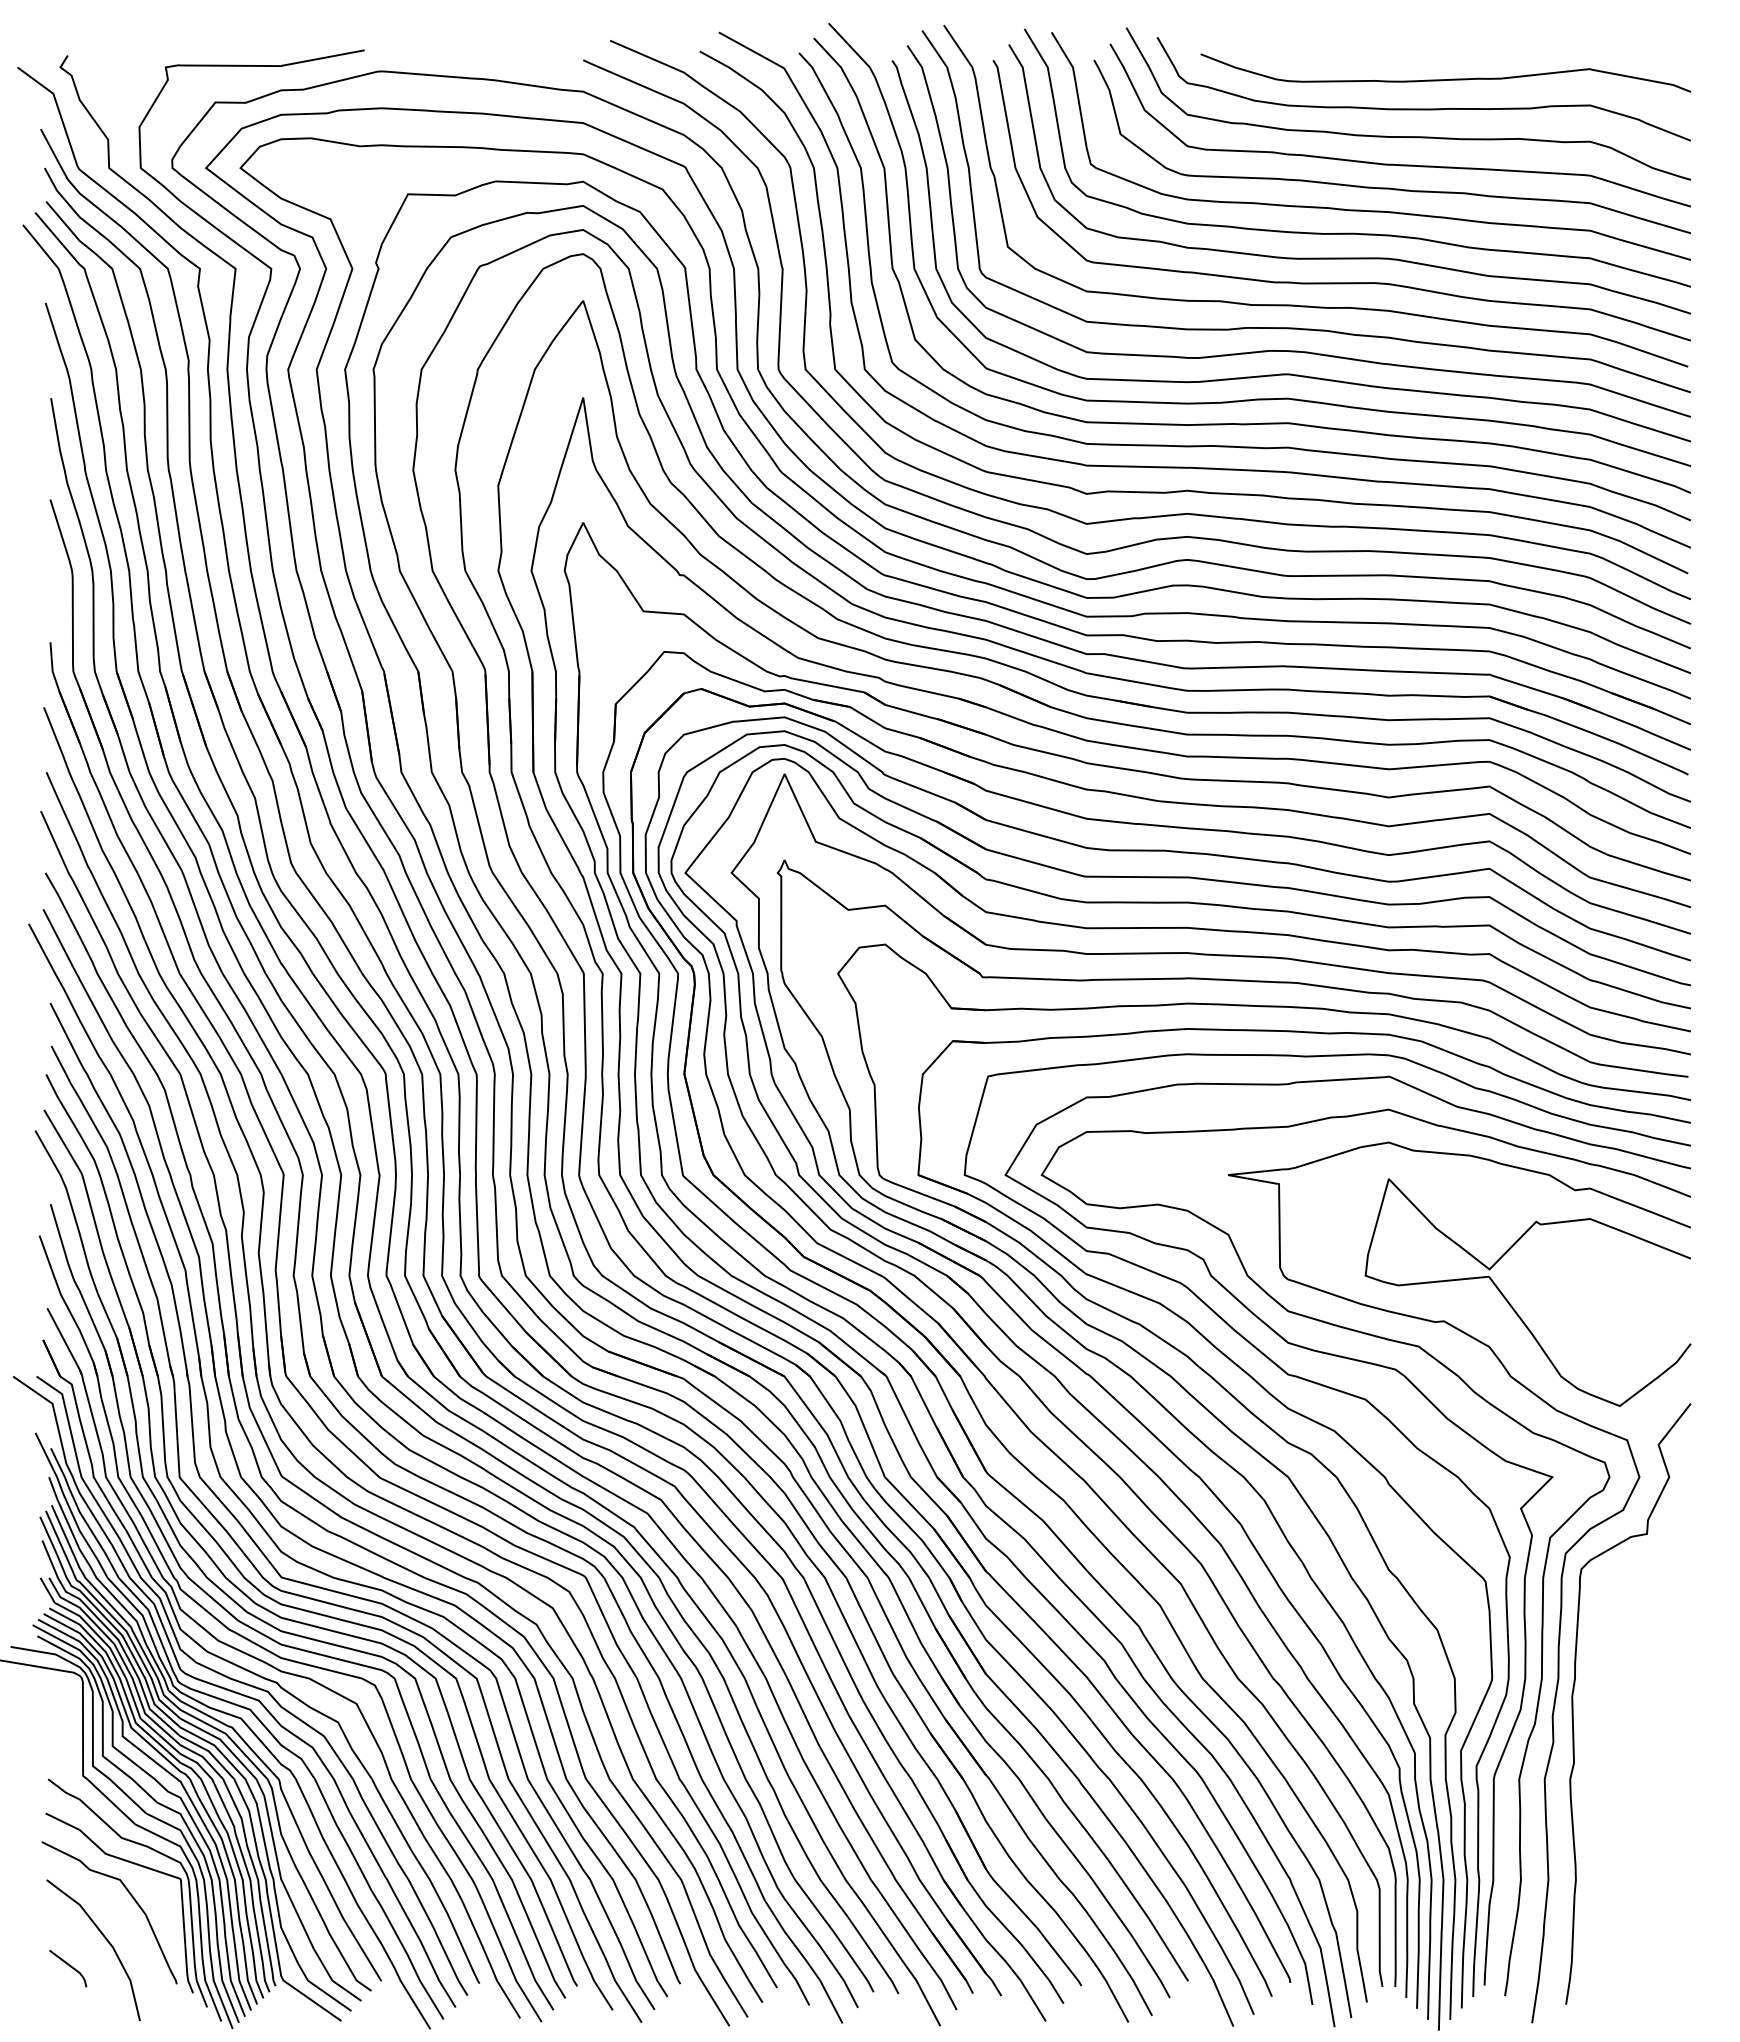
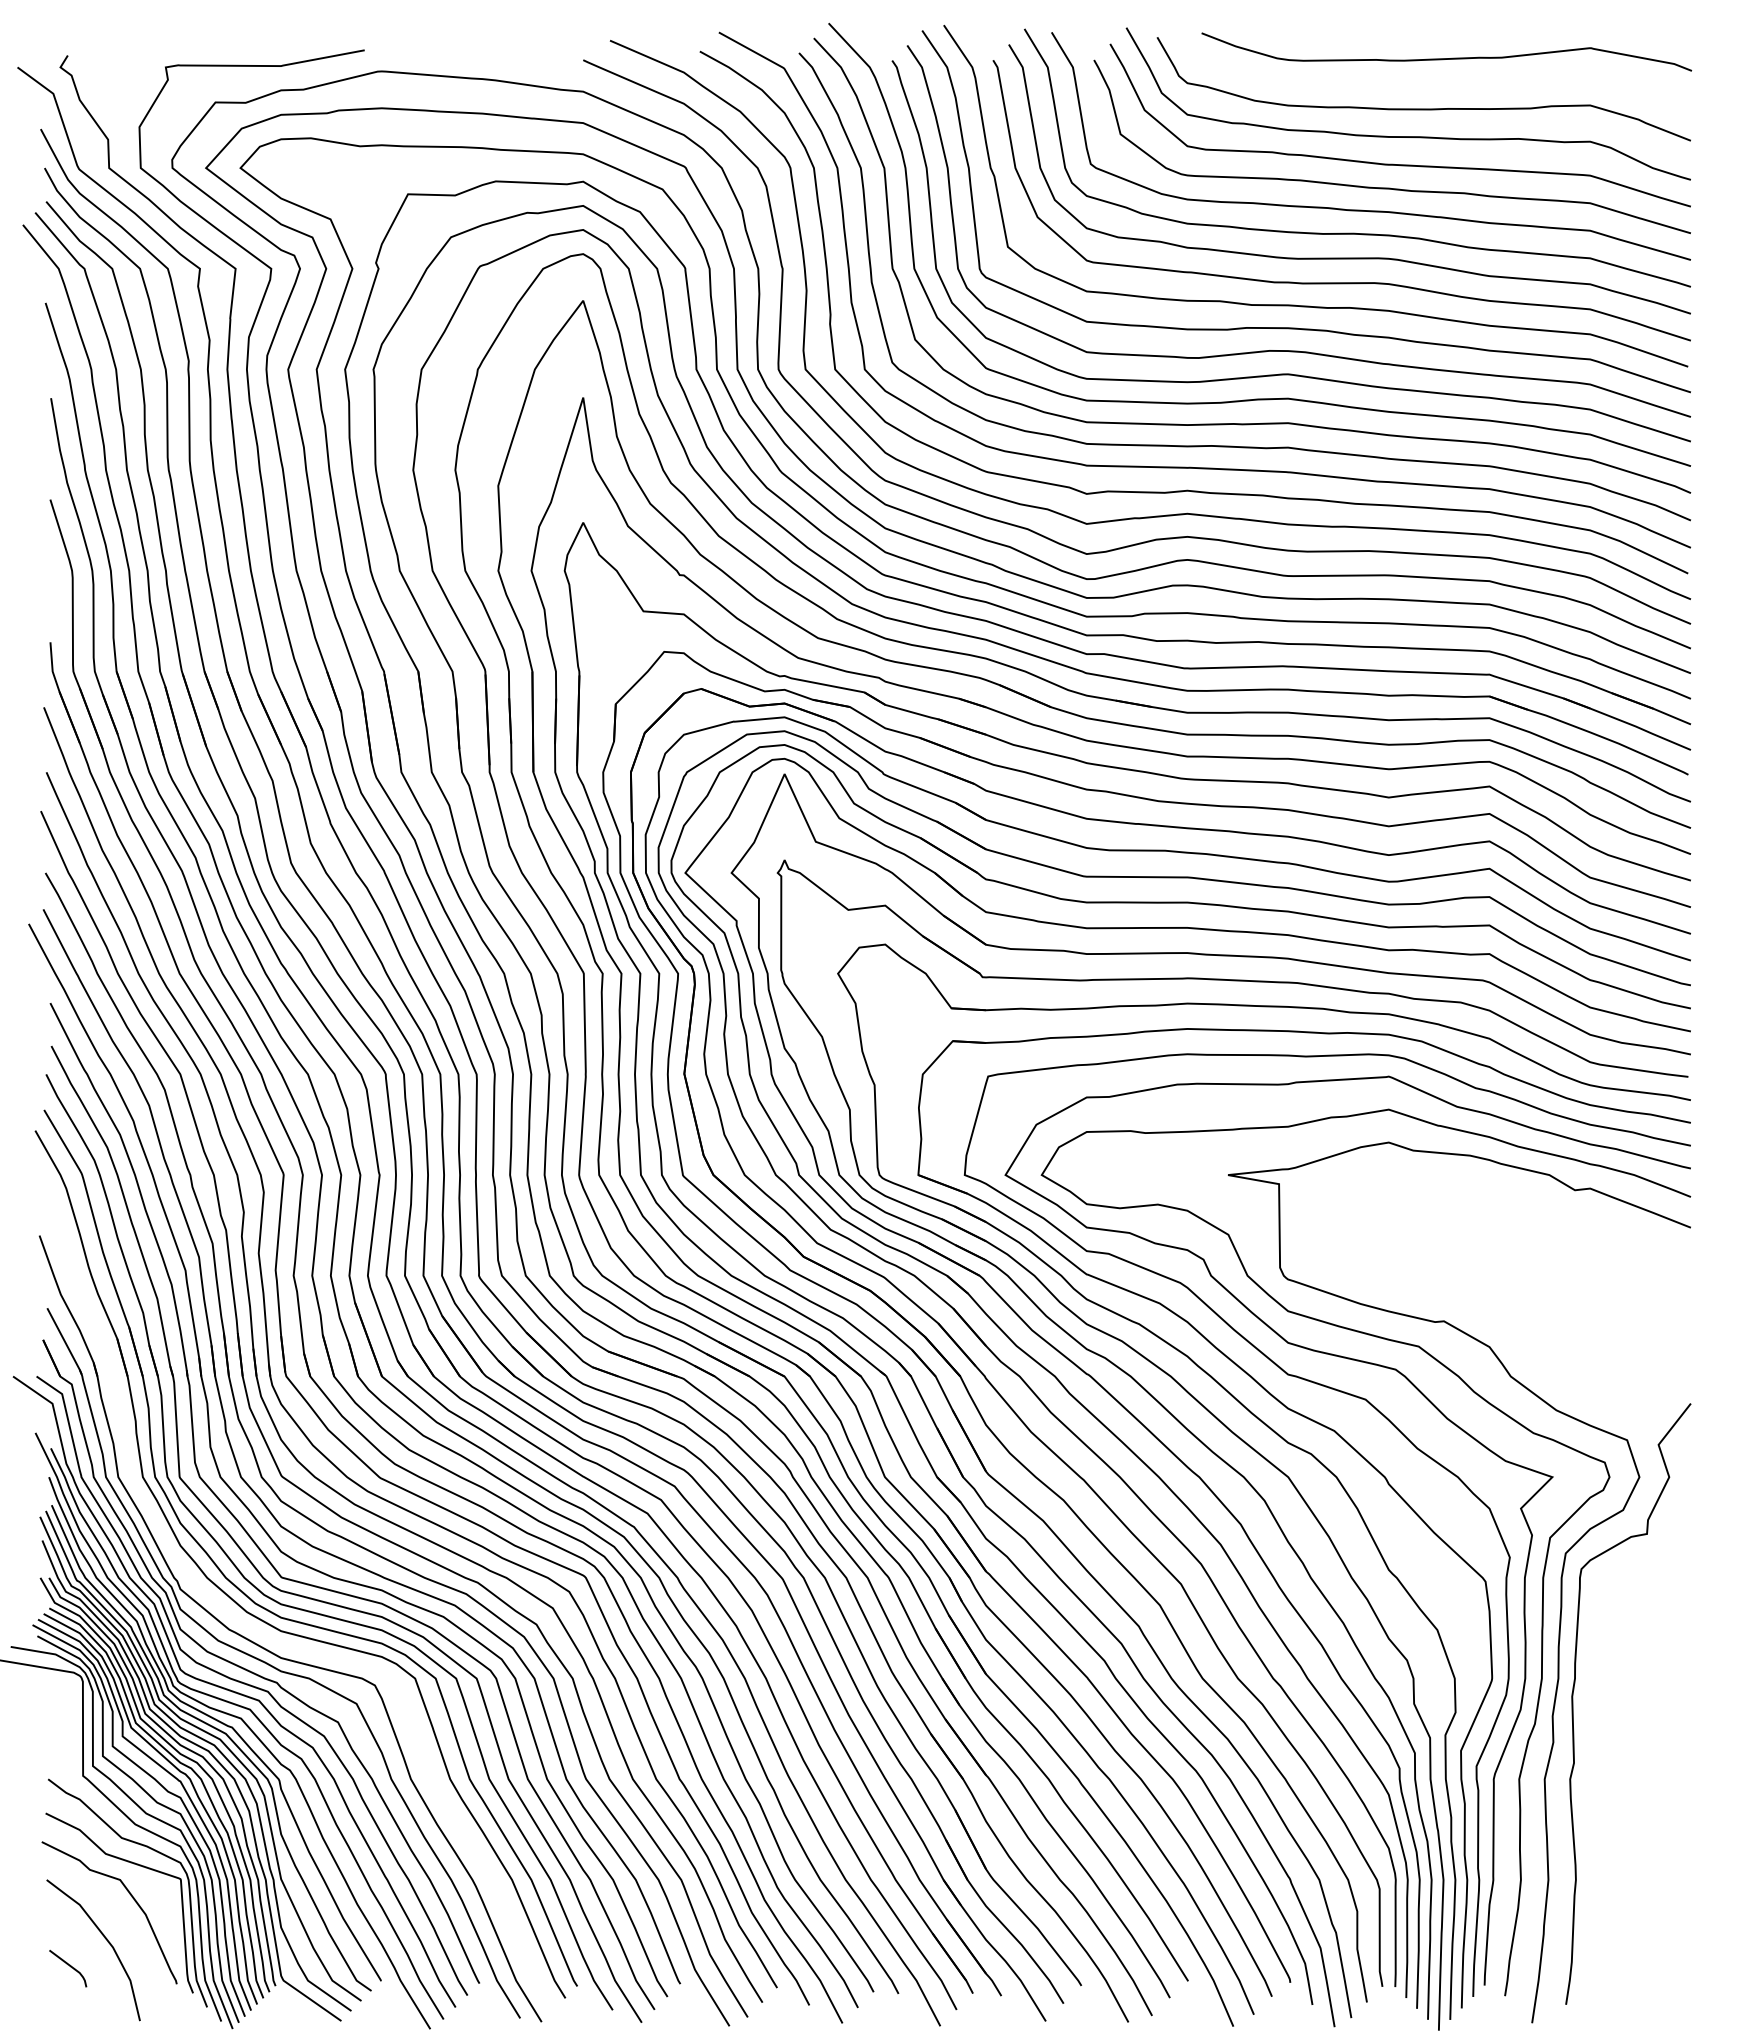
curve at (1445, 79) position: (1445, 79) -> (1446, 58)
curve at (1511, 1304): present -> none
part at (293, 1646): present -> none
